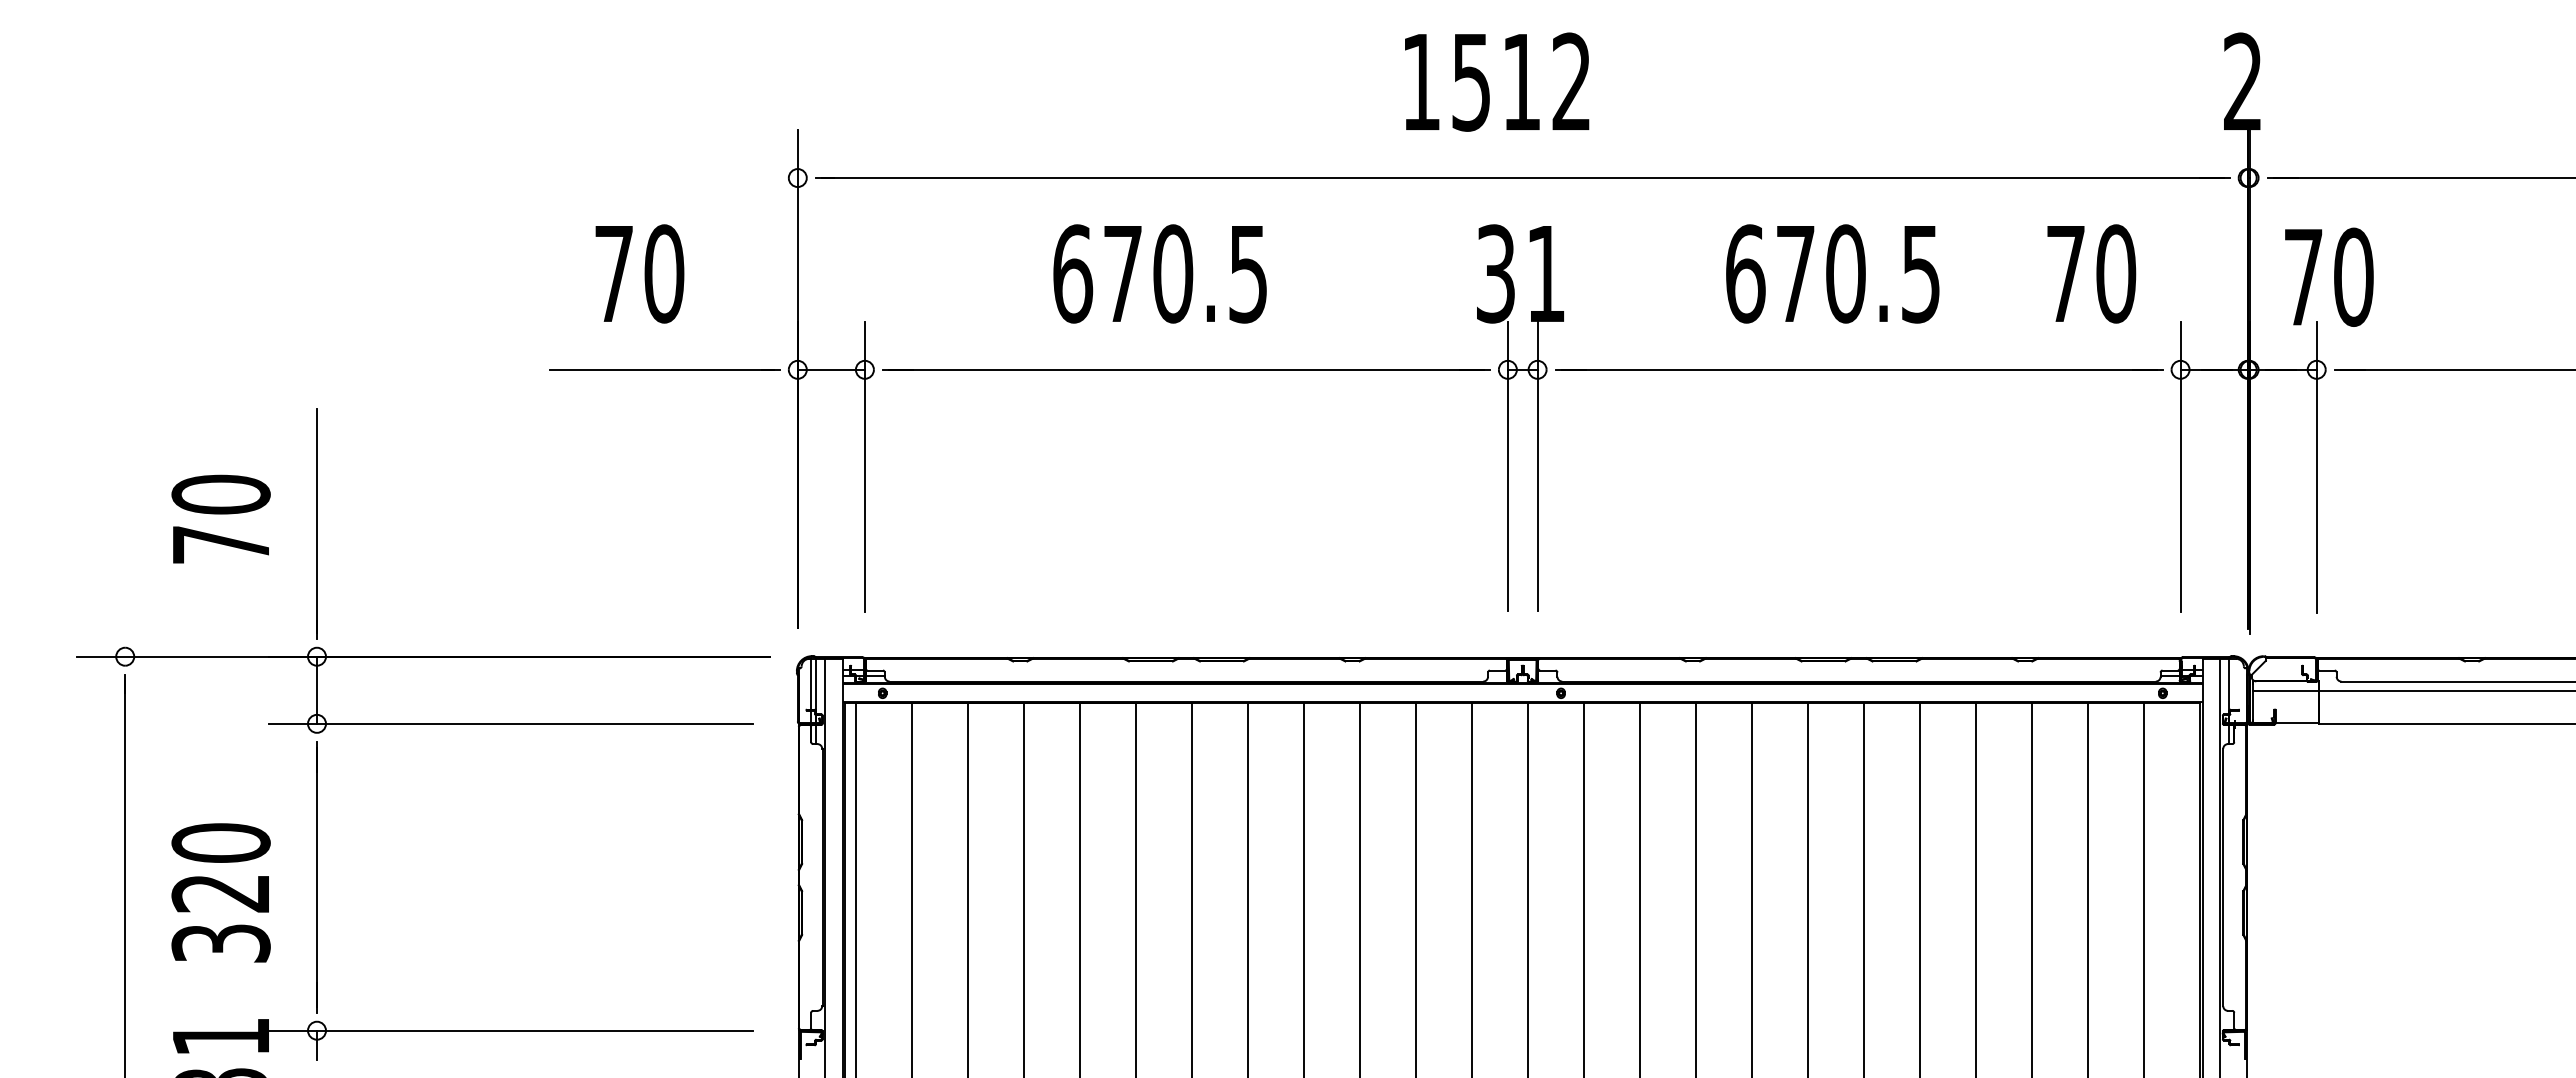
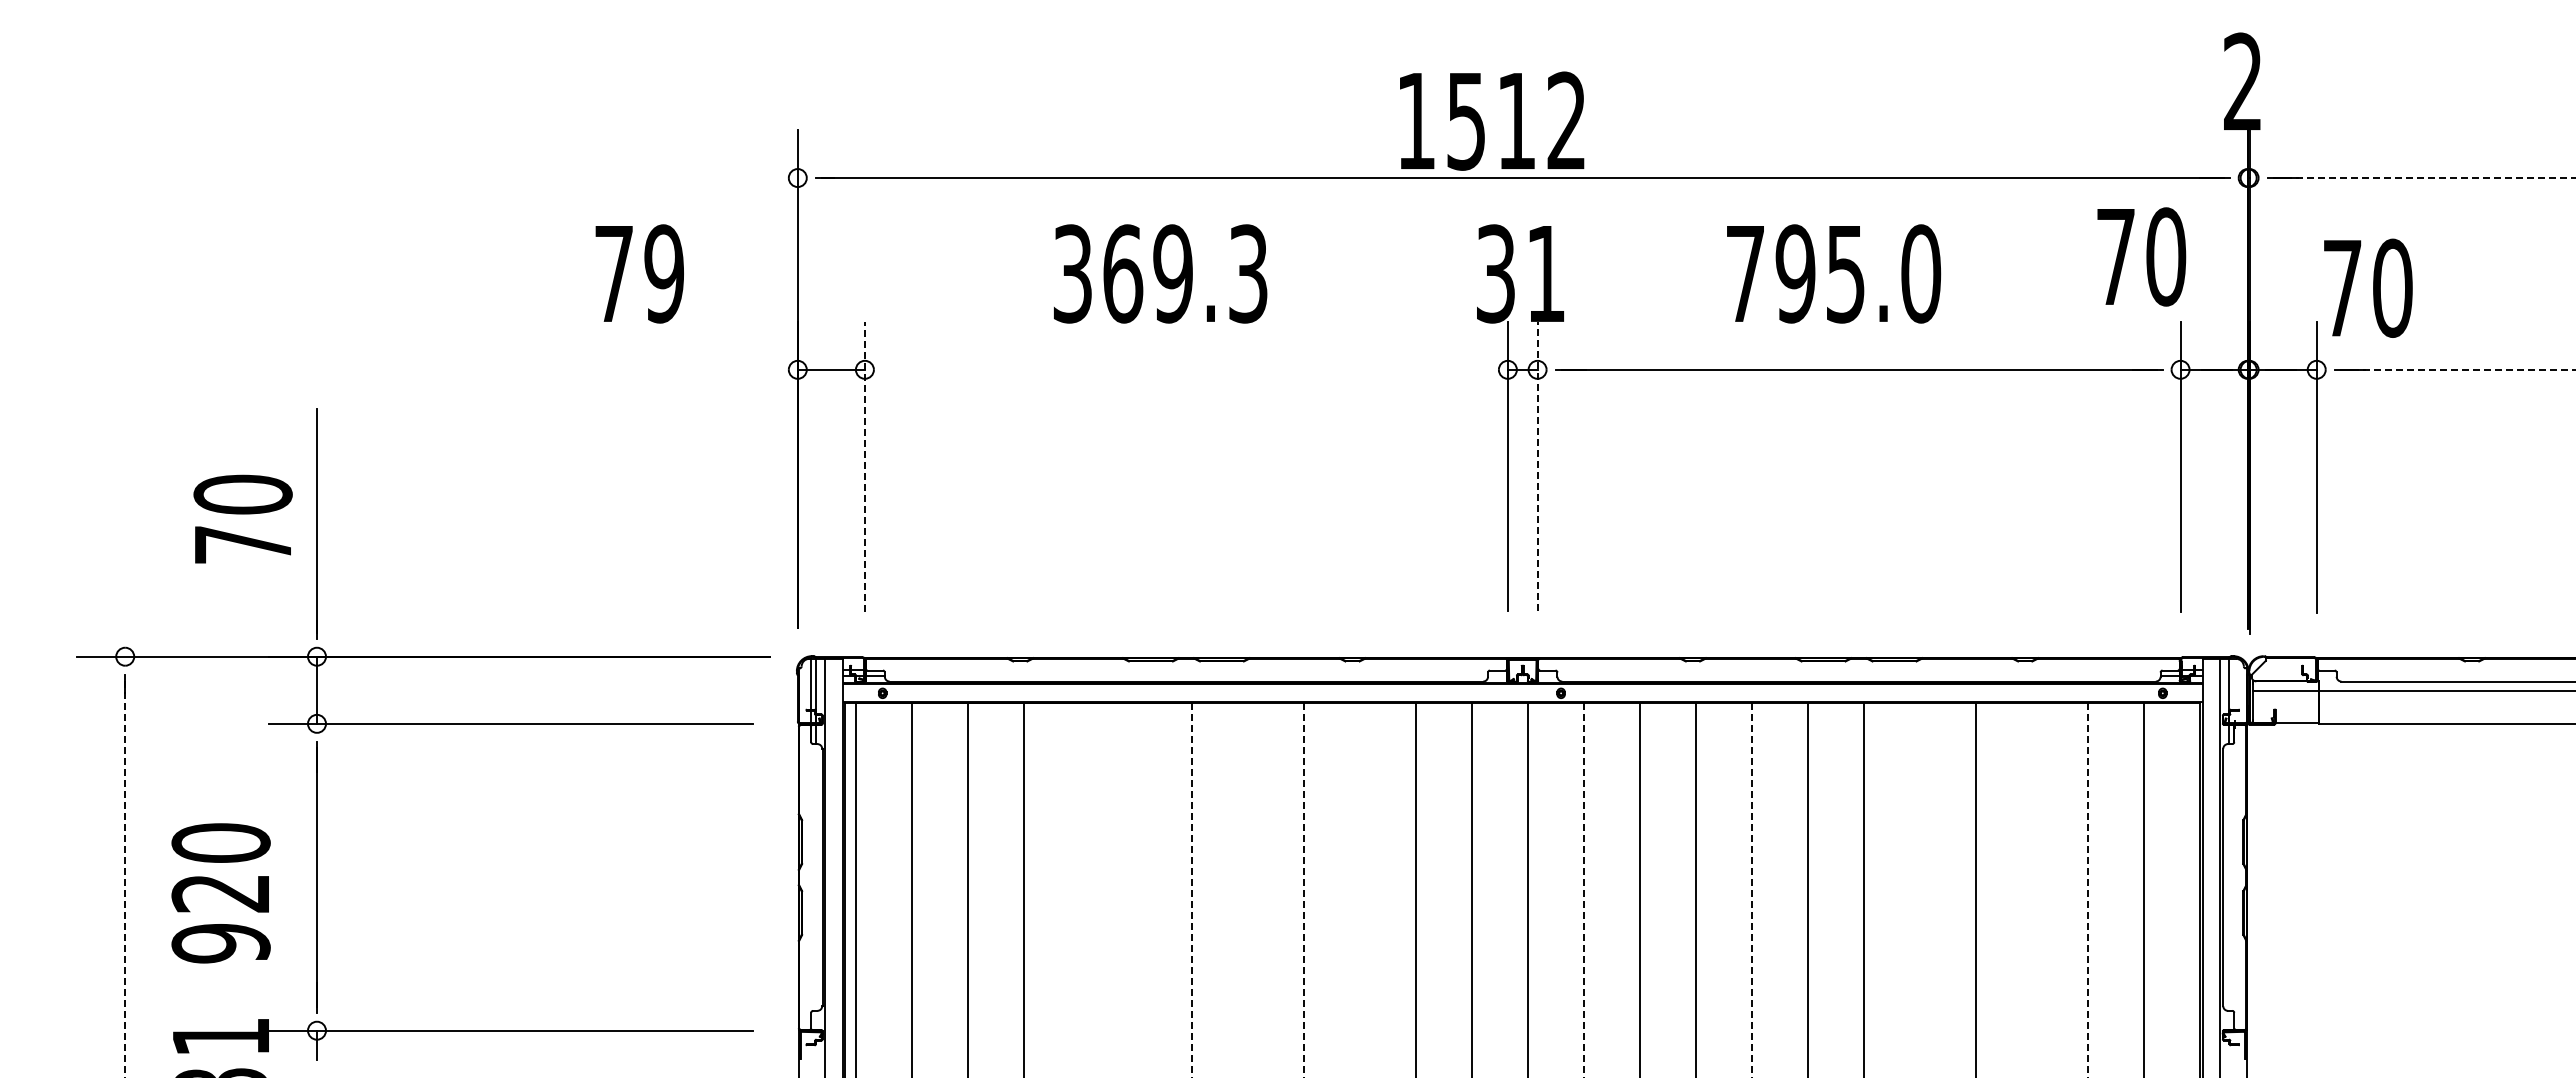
text at (1497, 81) position: (1497, 81) -> (1492, 120)
line at (2424, 178): solid -> dashed
text at (664, 273): 70 -> 79
text at (1160, 273): 670.5 -> 369.3
text at (1833, 273): 670.5 -> 795.0
text at (2091, 273) position: (2091, 273) -> (2141, 256)
text at (2329, 276) position: (2329, 276) -> (2368, 287)
line at (664, 369): present -> none
line at (1186, 369): present -> none
line at (2458, 369): solid -> dashed
line at (864, 466): solid -> dashed
line at (1537, 466): solid -> dashed
text at (220, 518) position: (220, 518) -> (242, 518)
line at (125, 879): solid -> dashed
line at (1079, 888): present -> none
line at (1136, 888): present -> none
line at (1247, 888): present -> none
line at (1359, 888): present -> none
line at (1919, 888): present -> none
line at (2032, 888): present -> none
line at (1191, 891): solid -> dashed
line at (1303, 891): solid -> dashed
line at (1583, 891): solid -> dashed
line at (1752, 891): solid -> dashed
line at (2088, 891): solid -> dashed
text at (220, 943): 320 -> 920
